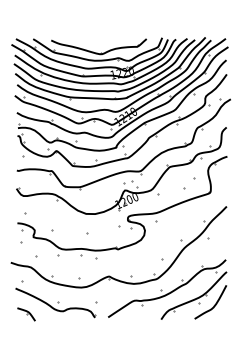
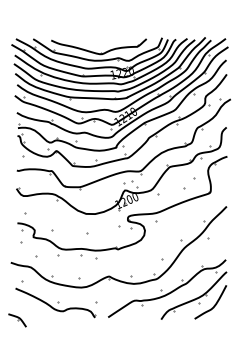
part at (26, 314) position: (26, 314) -> (17, 320)
